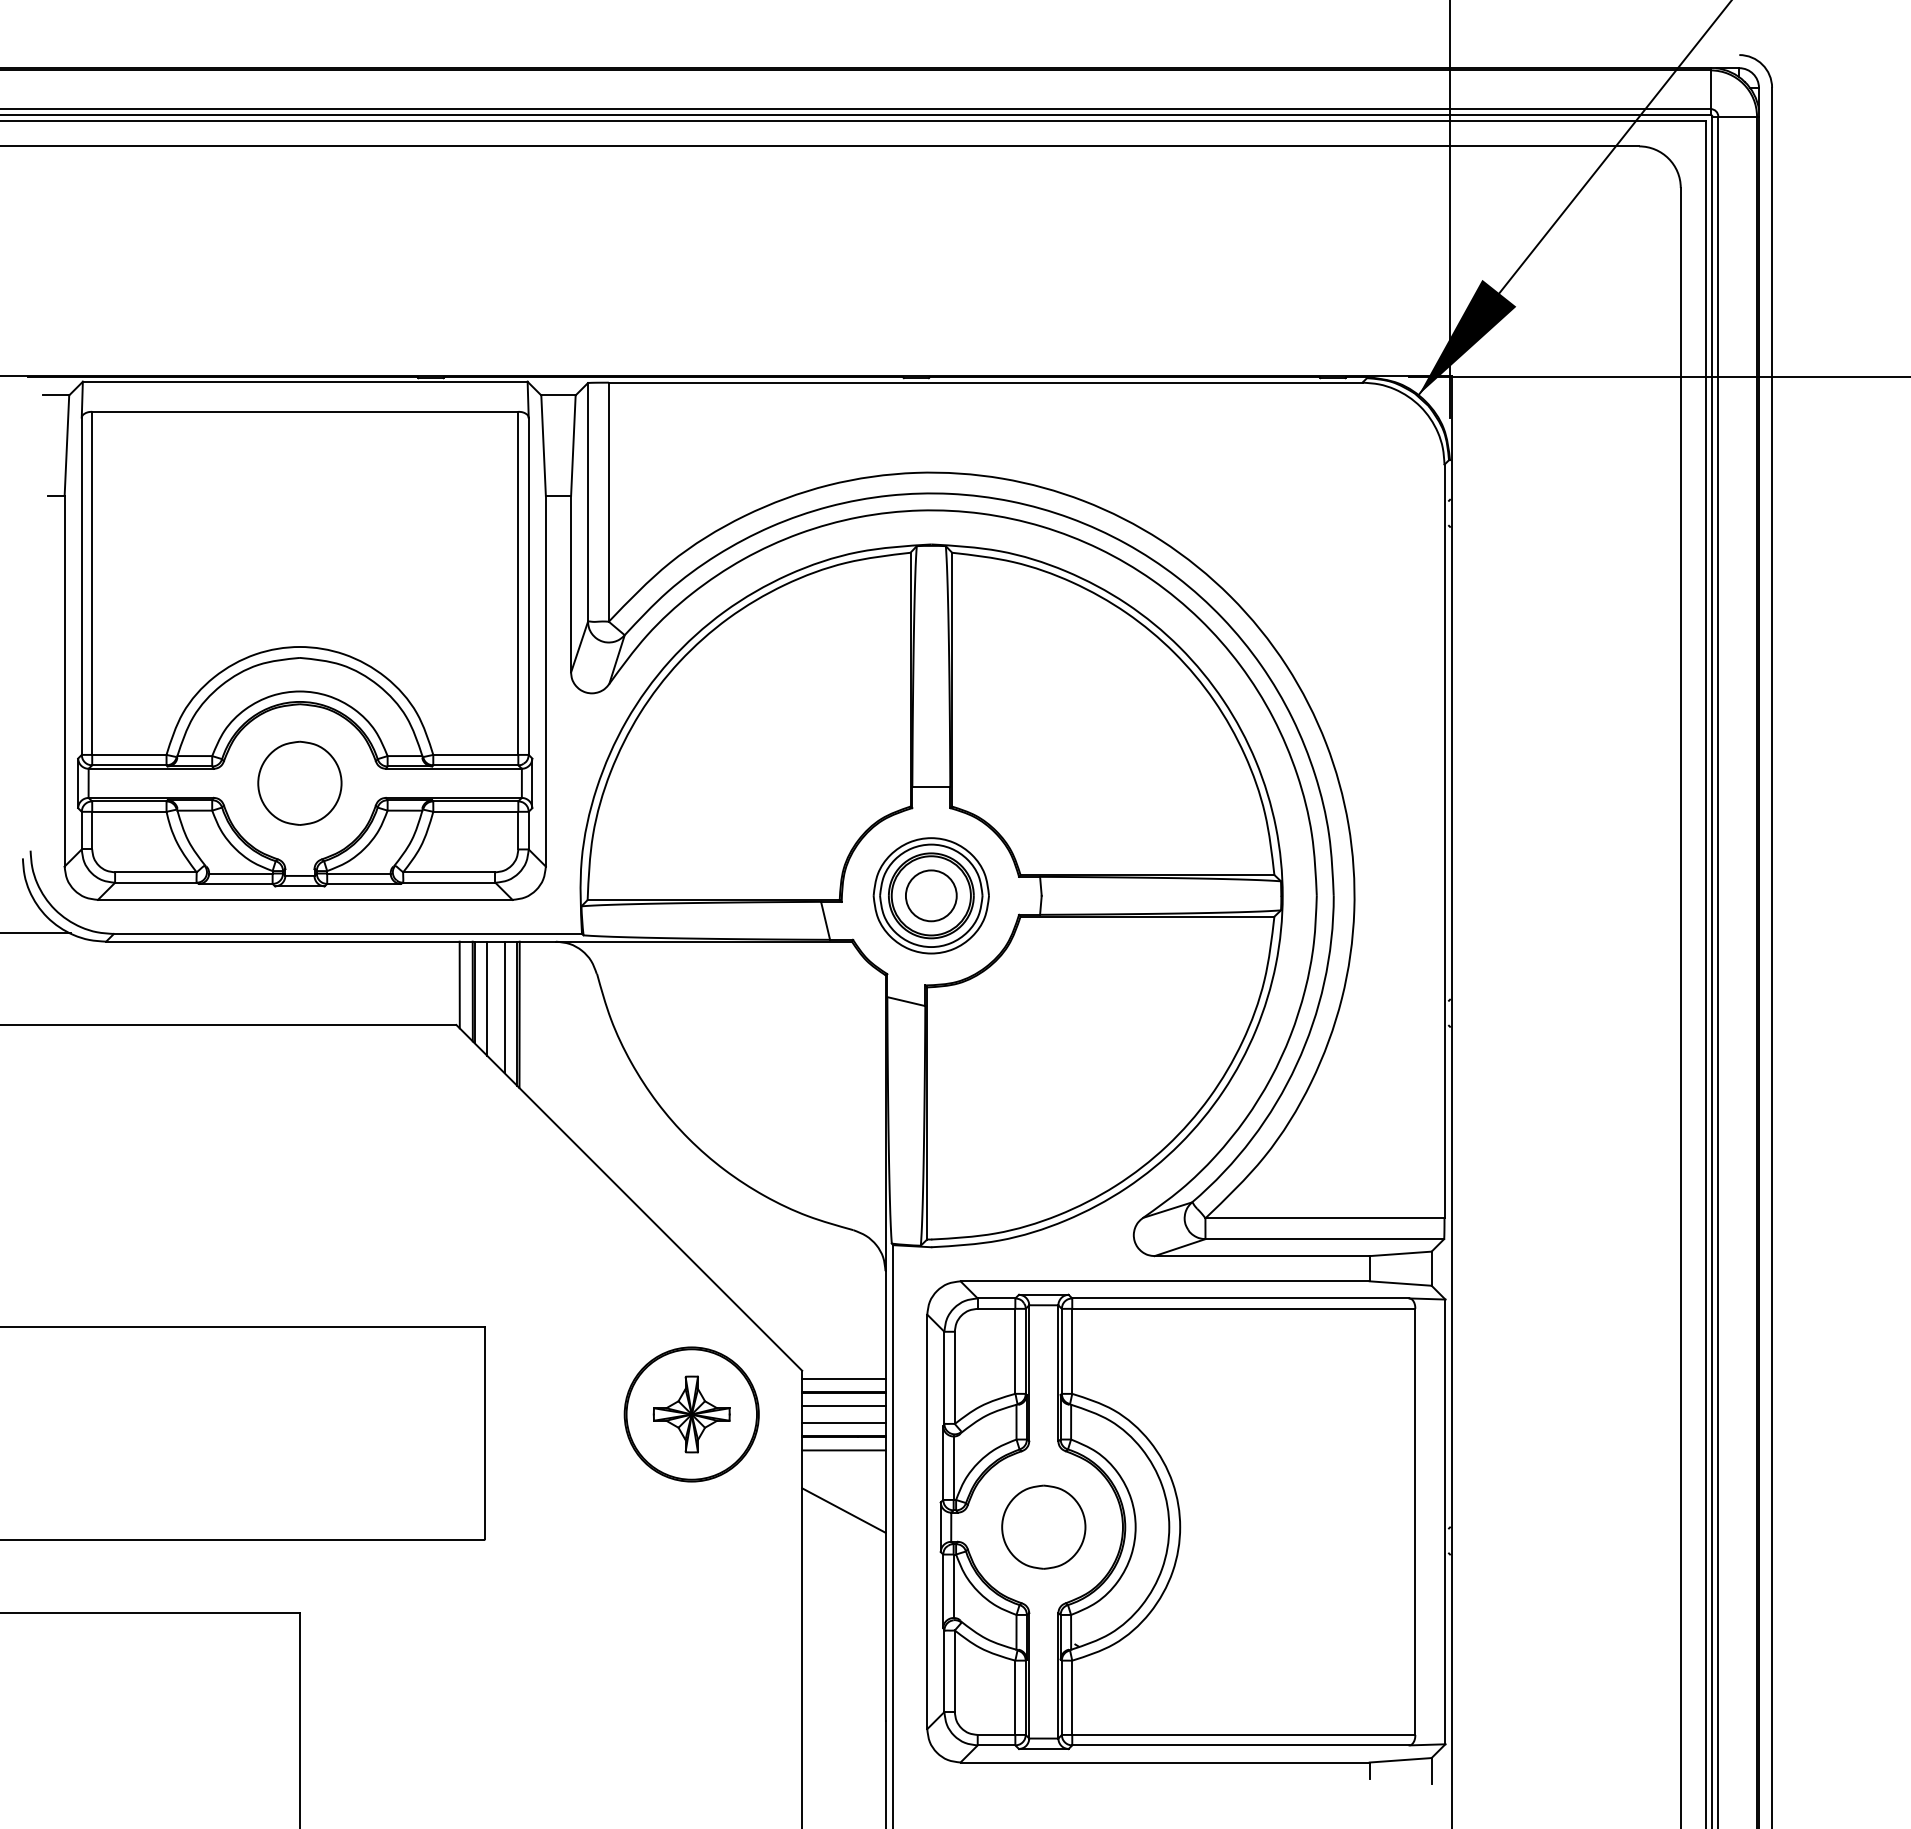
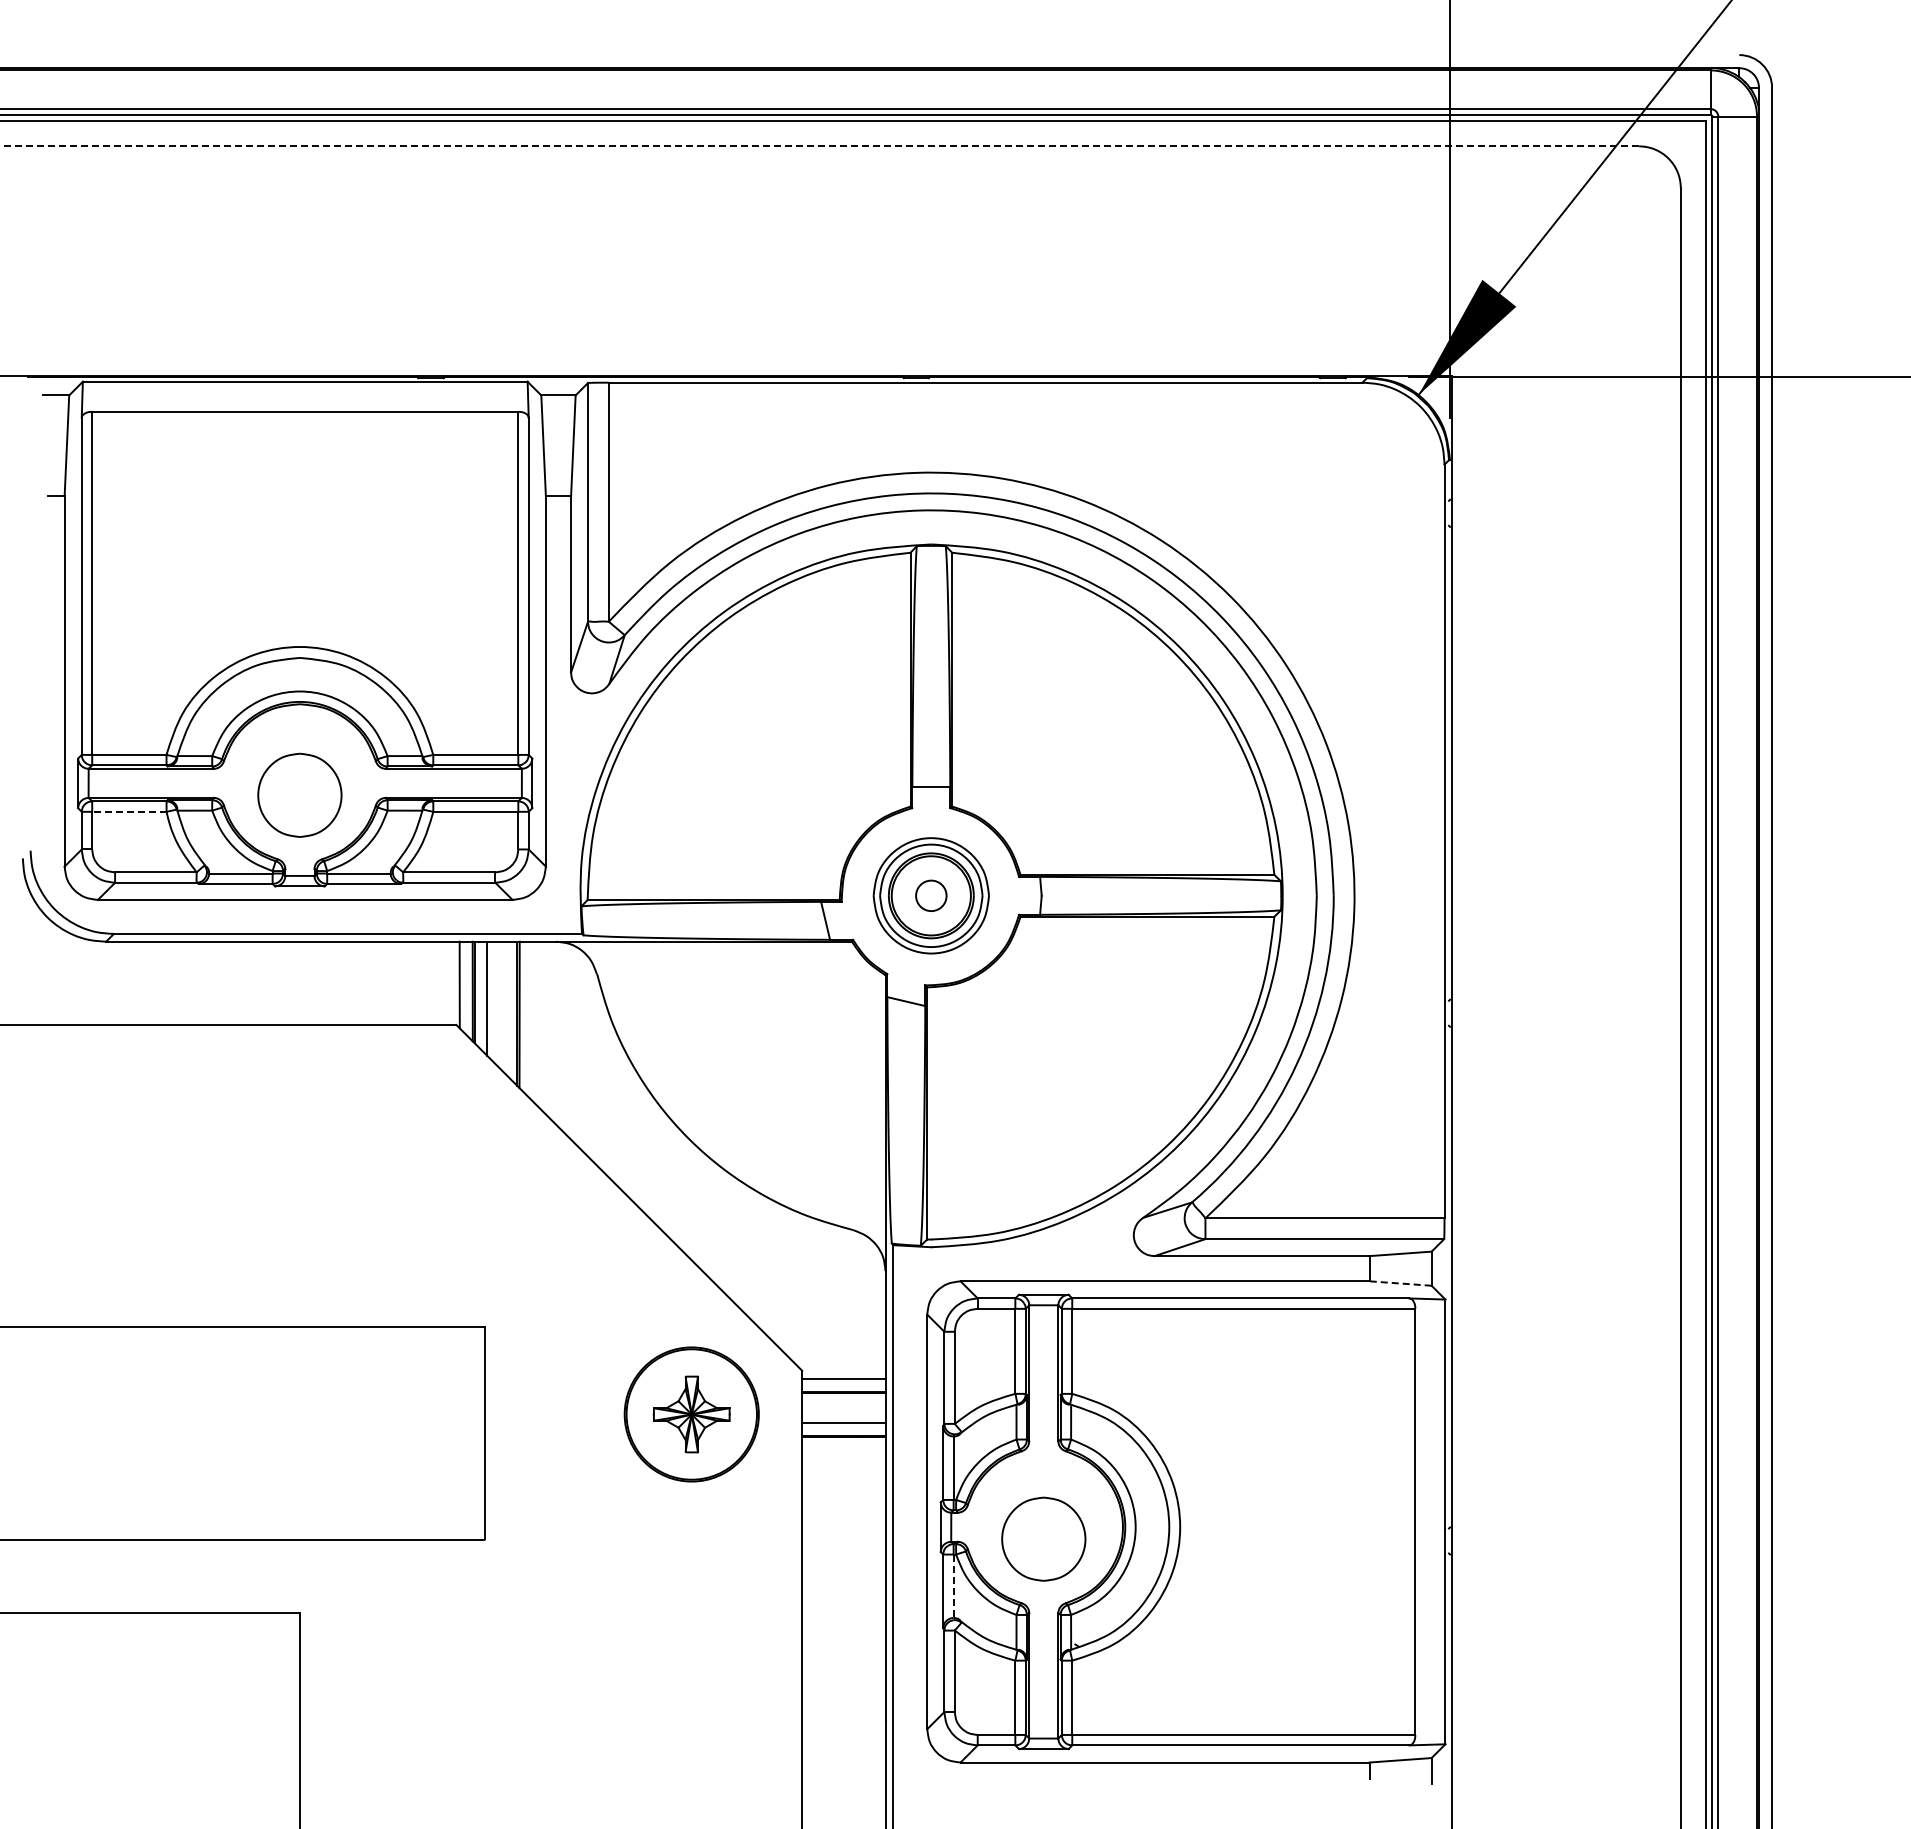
line at (820, 146): solid -> dashed
part at (299, 782) position: (299, 782) -> (299, 794)
line at (128, 811): solid -> dashed
circle at (930, 895) diameter: 51 px -> 31 px
line at (36, 932): present -> none
line at (504, 1007): present -> none
line at (1400, 1283): solid -> dashed
line at (843, 1405): present -> none
line at (843, 1450): present -> none
line at (843, 1510): present -> none
part at (1043, 1526) position: (1043, 1526) -> (1043, 1538)
line at (953, 1586): solid -> dashed
